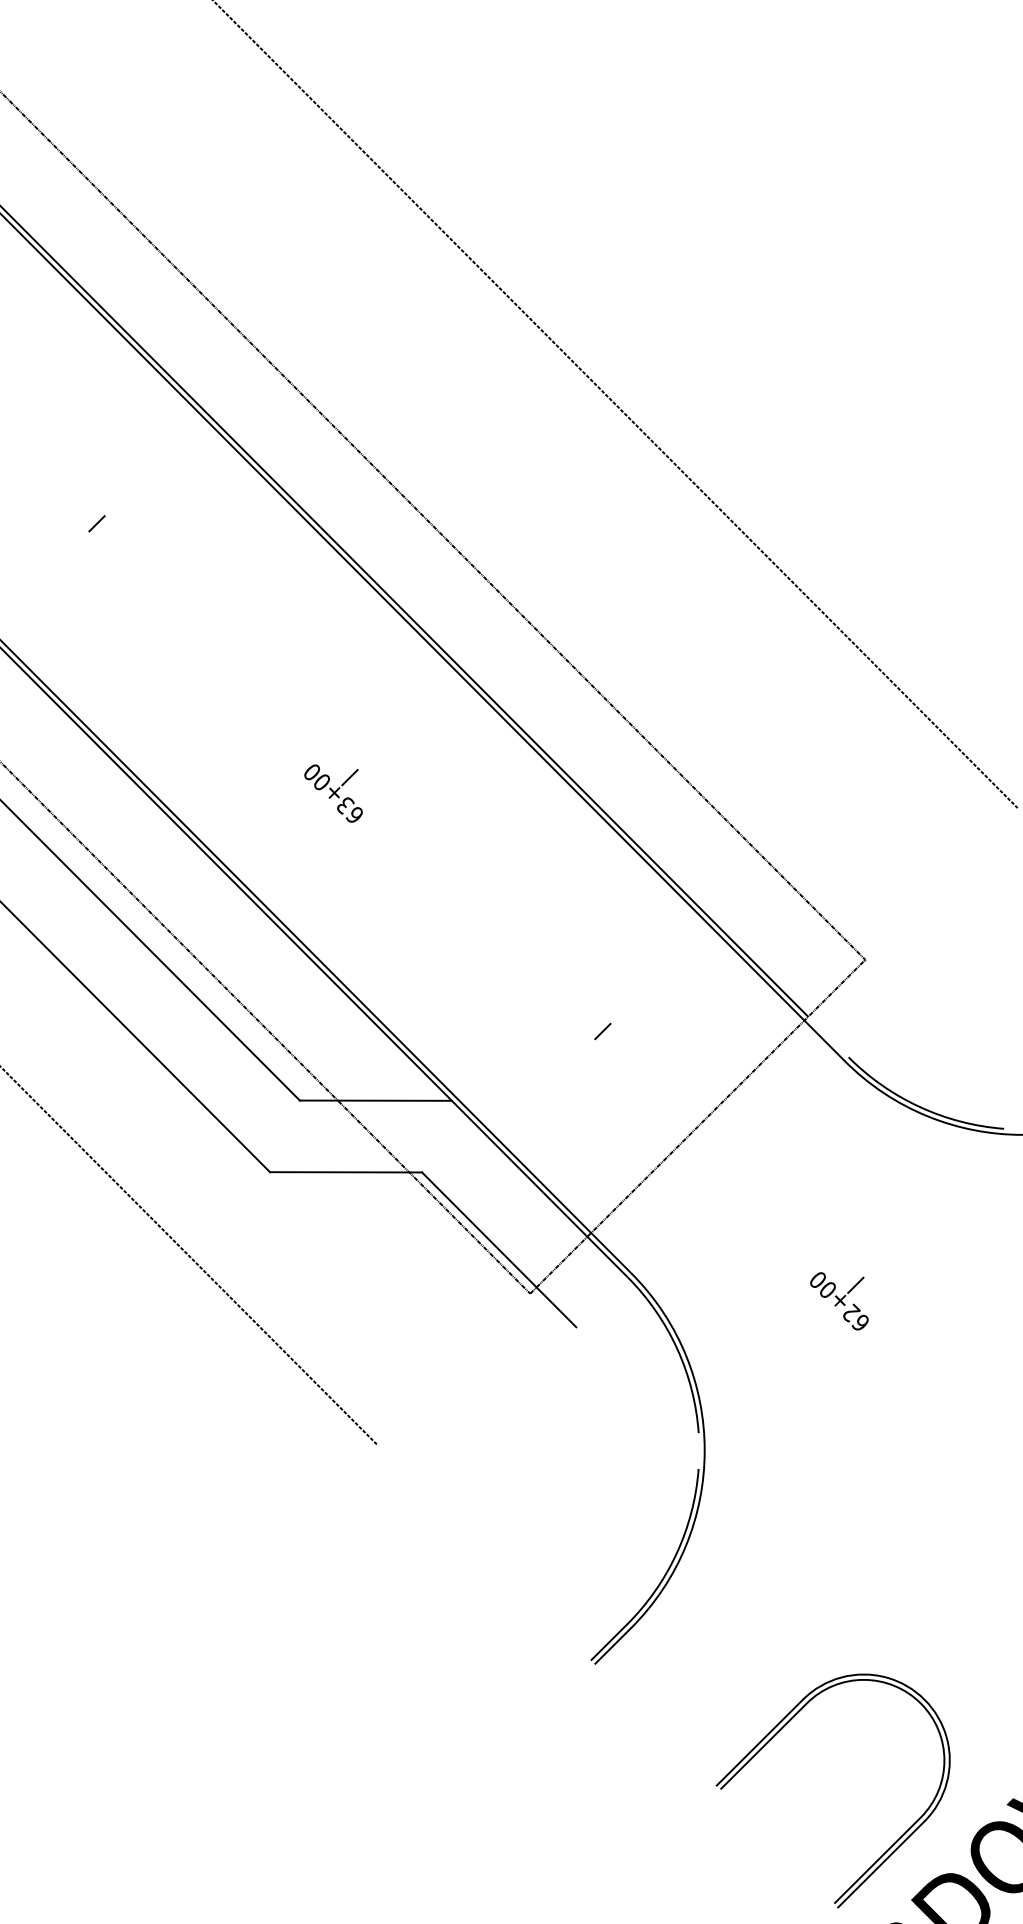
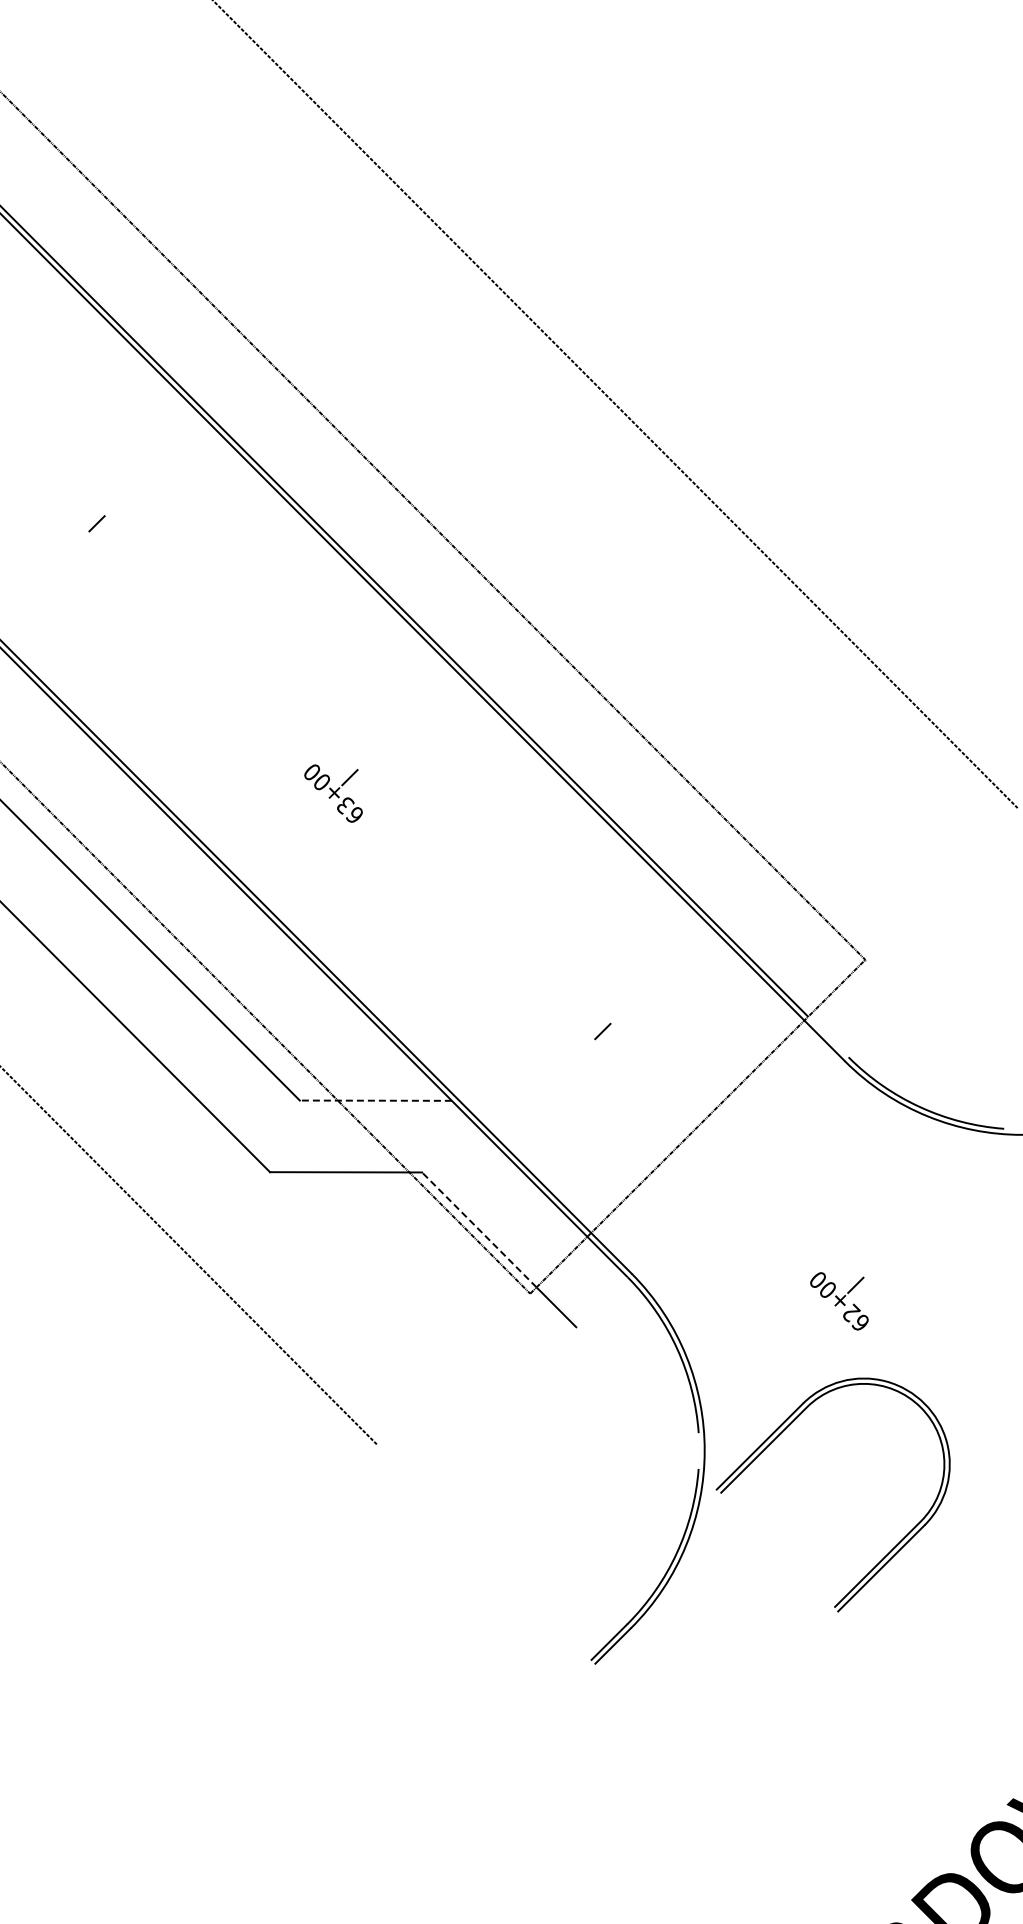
line at (375, 1100): solid -> dashed
line at (478, 1229): solid -> dashed
part at (777, 1734) position: (777, 1734) -> (777, 1438)
